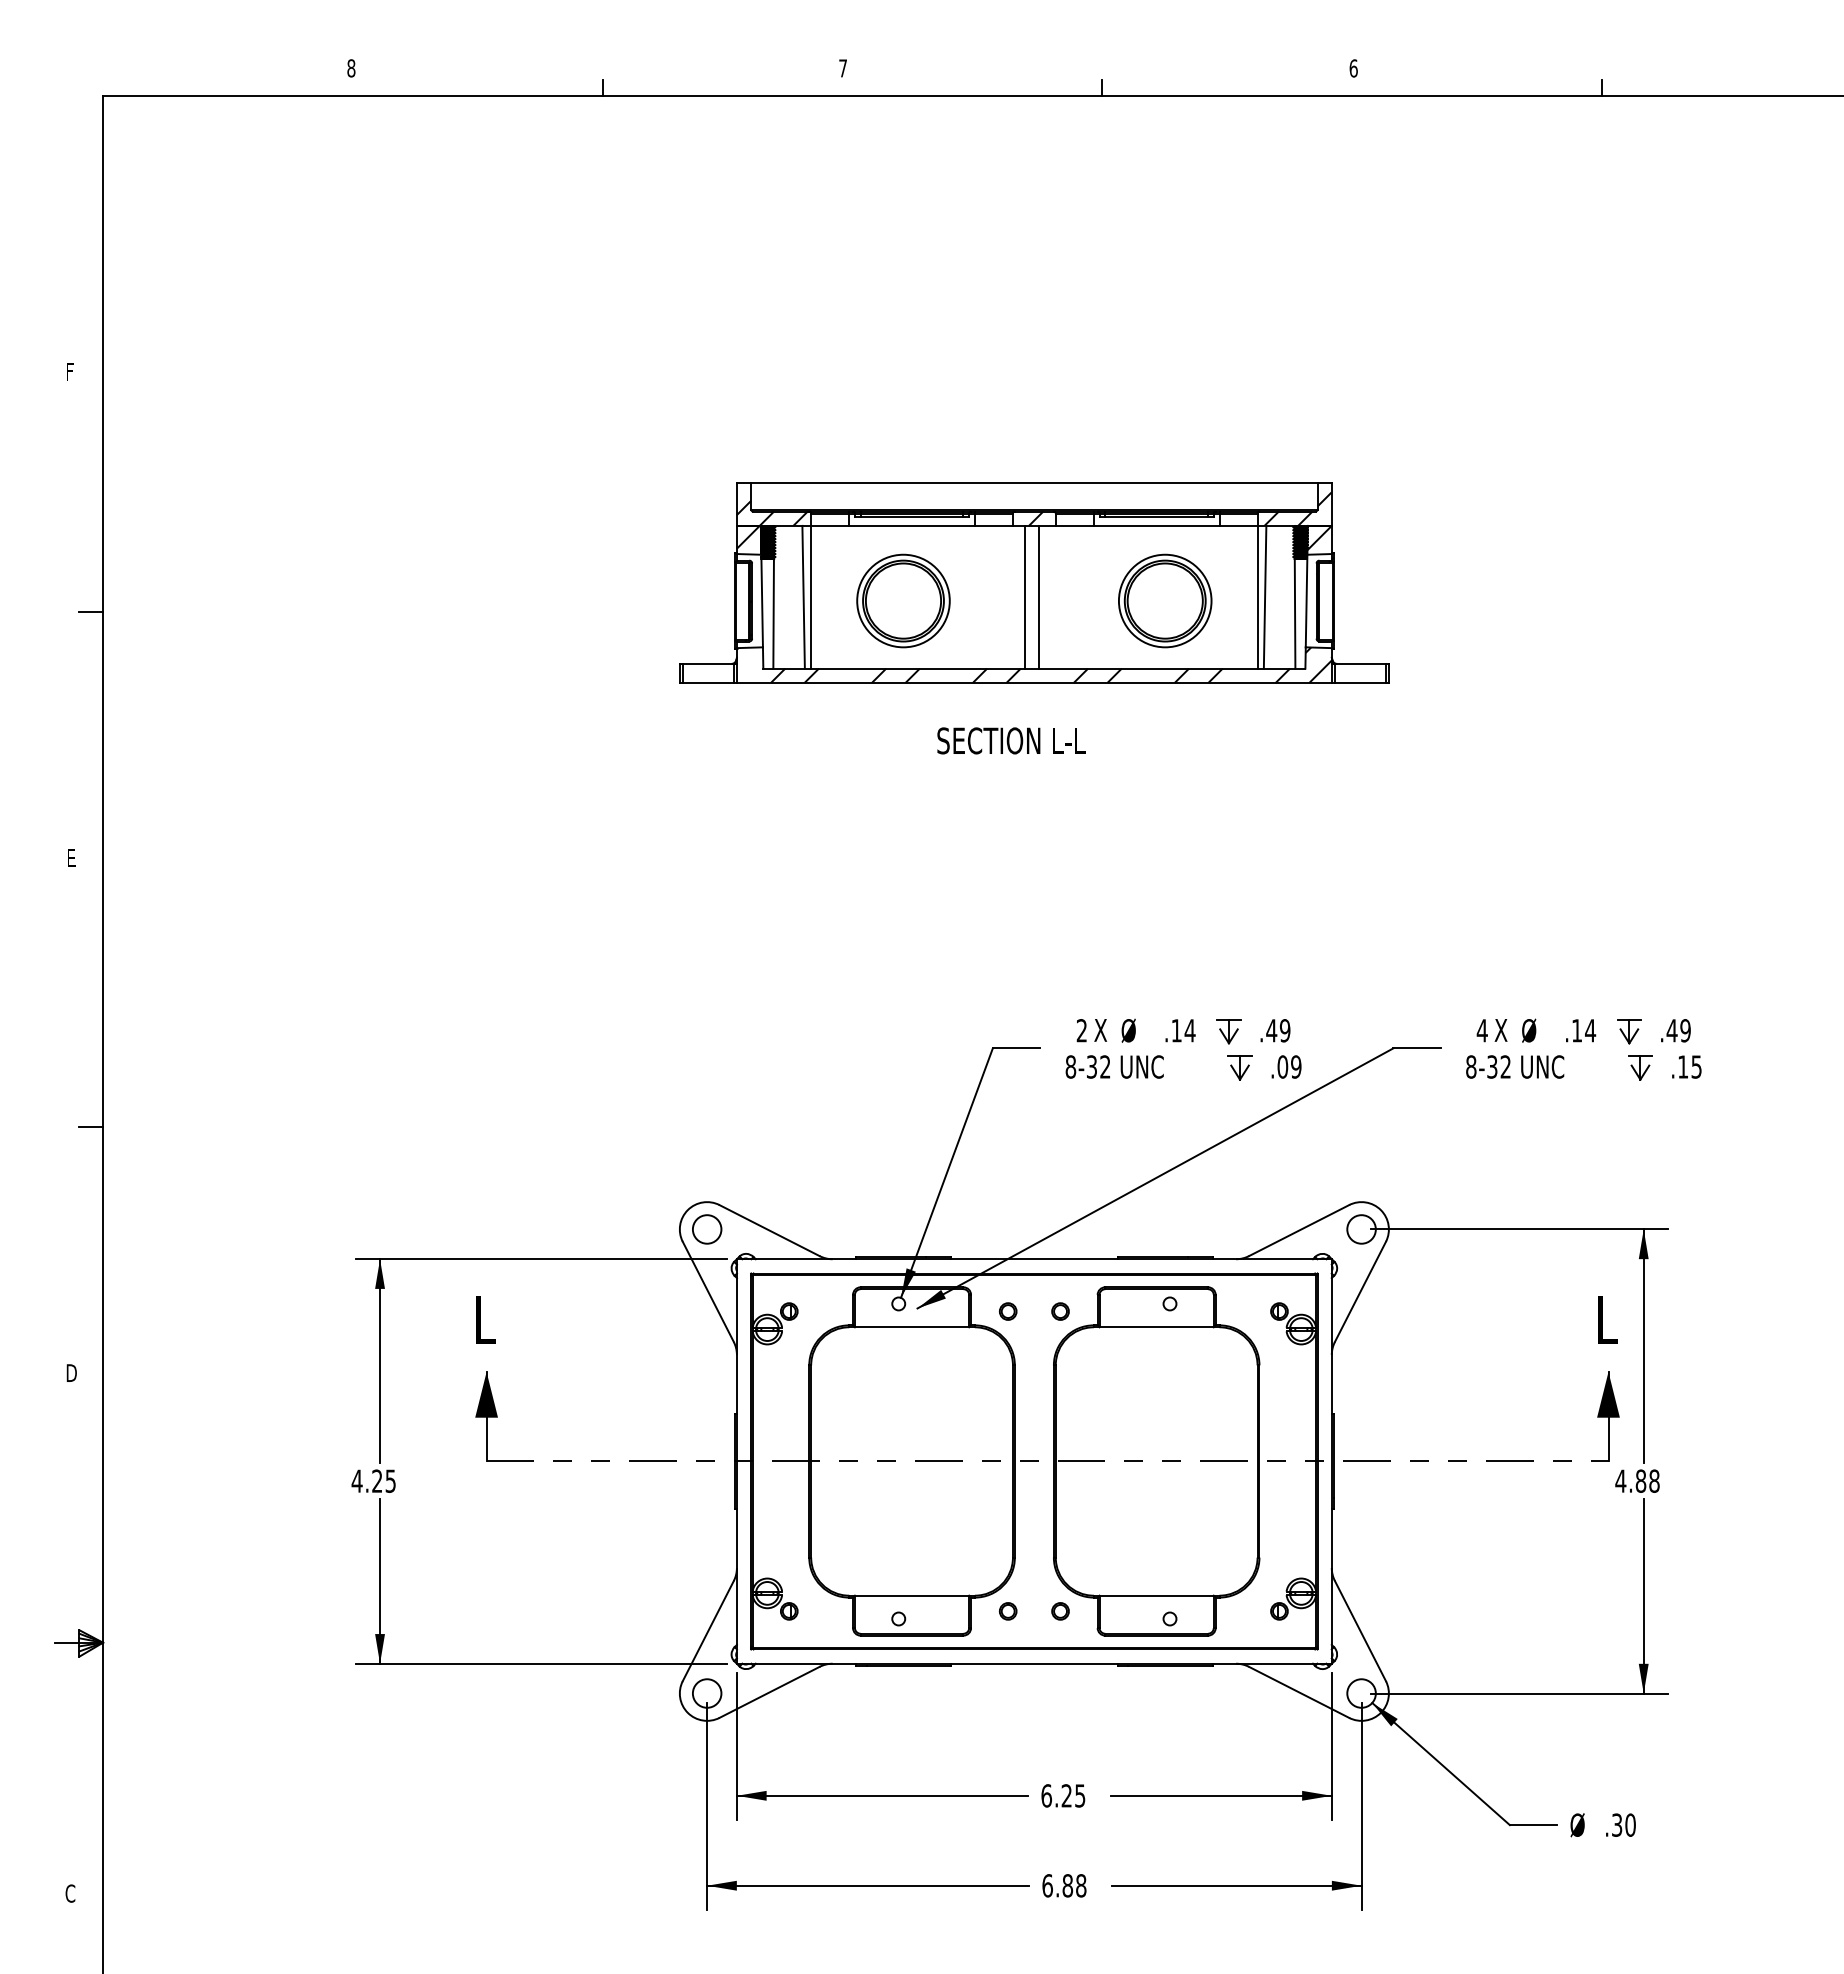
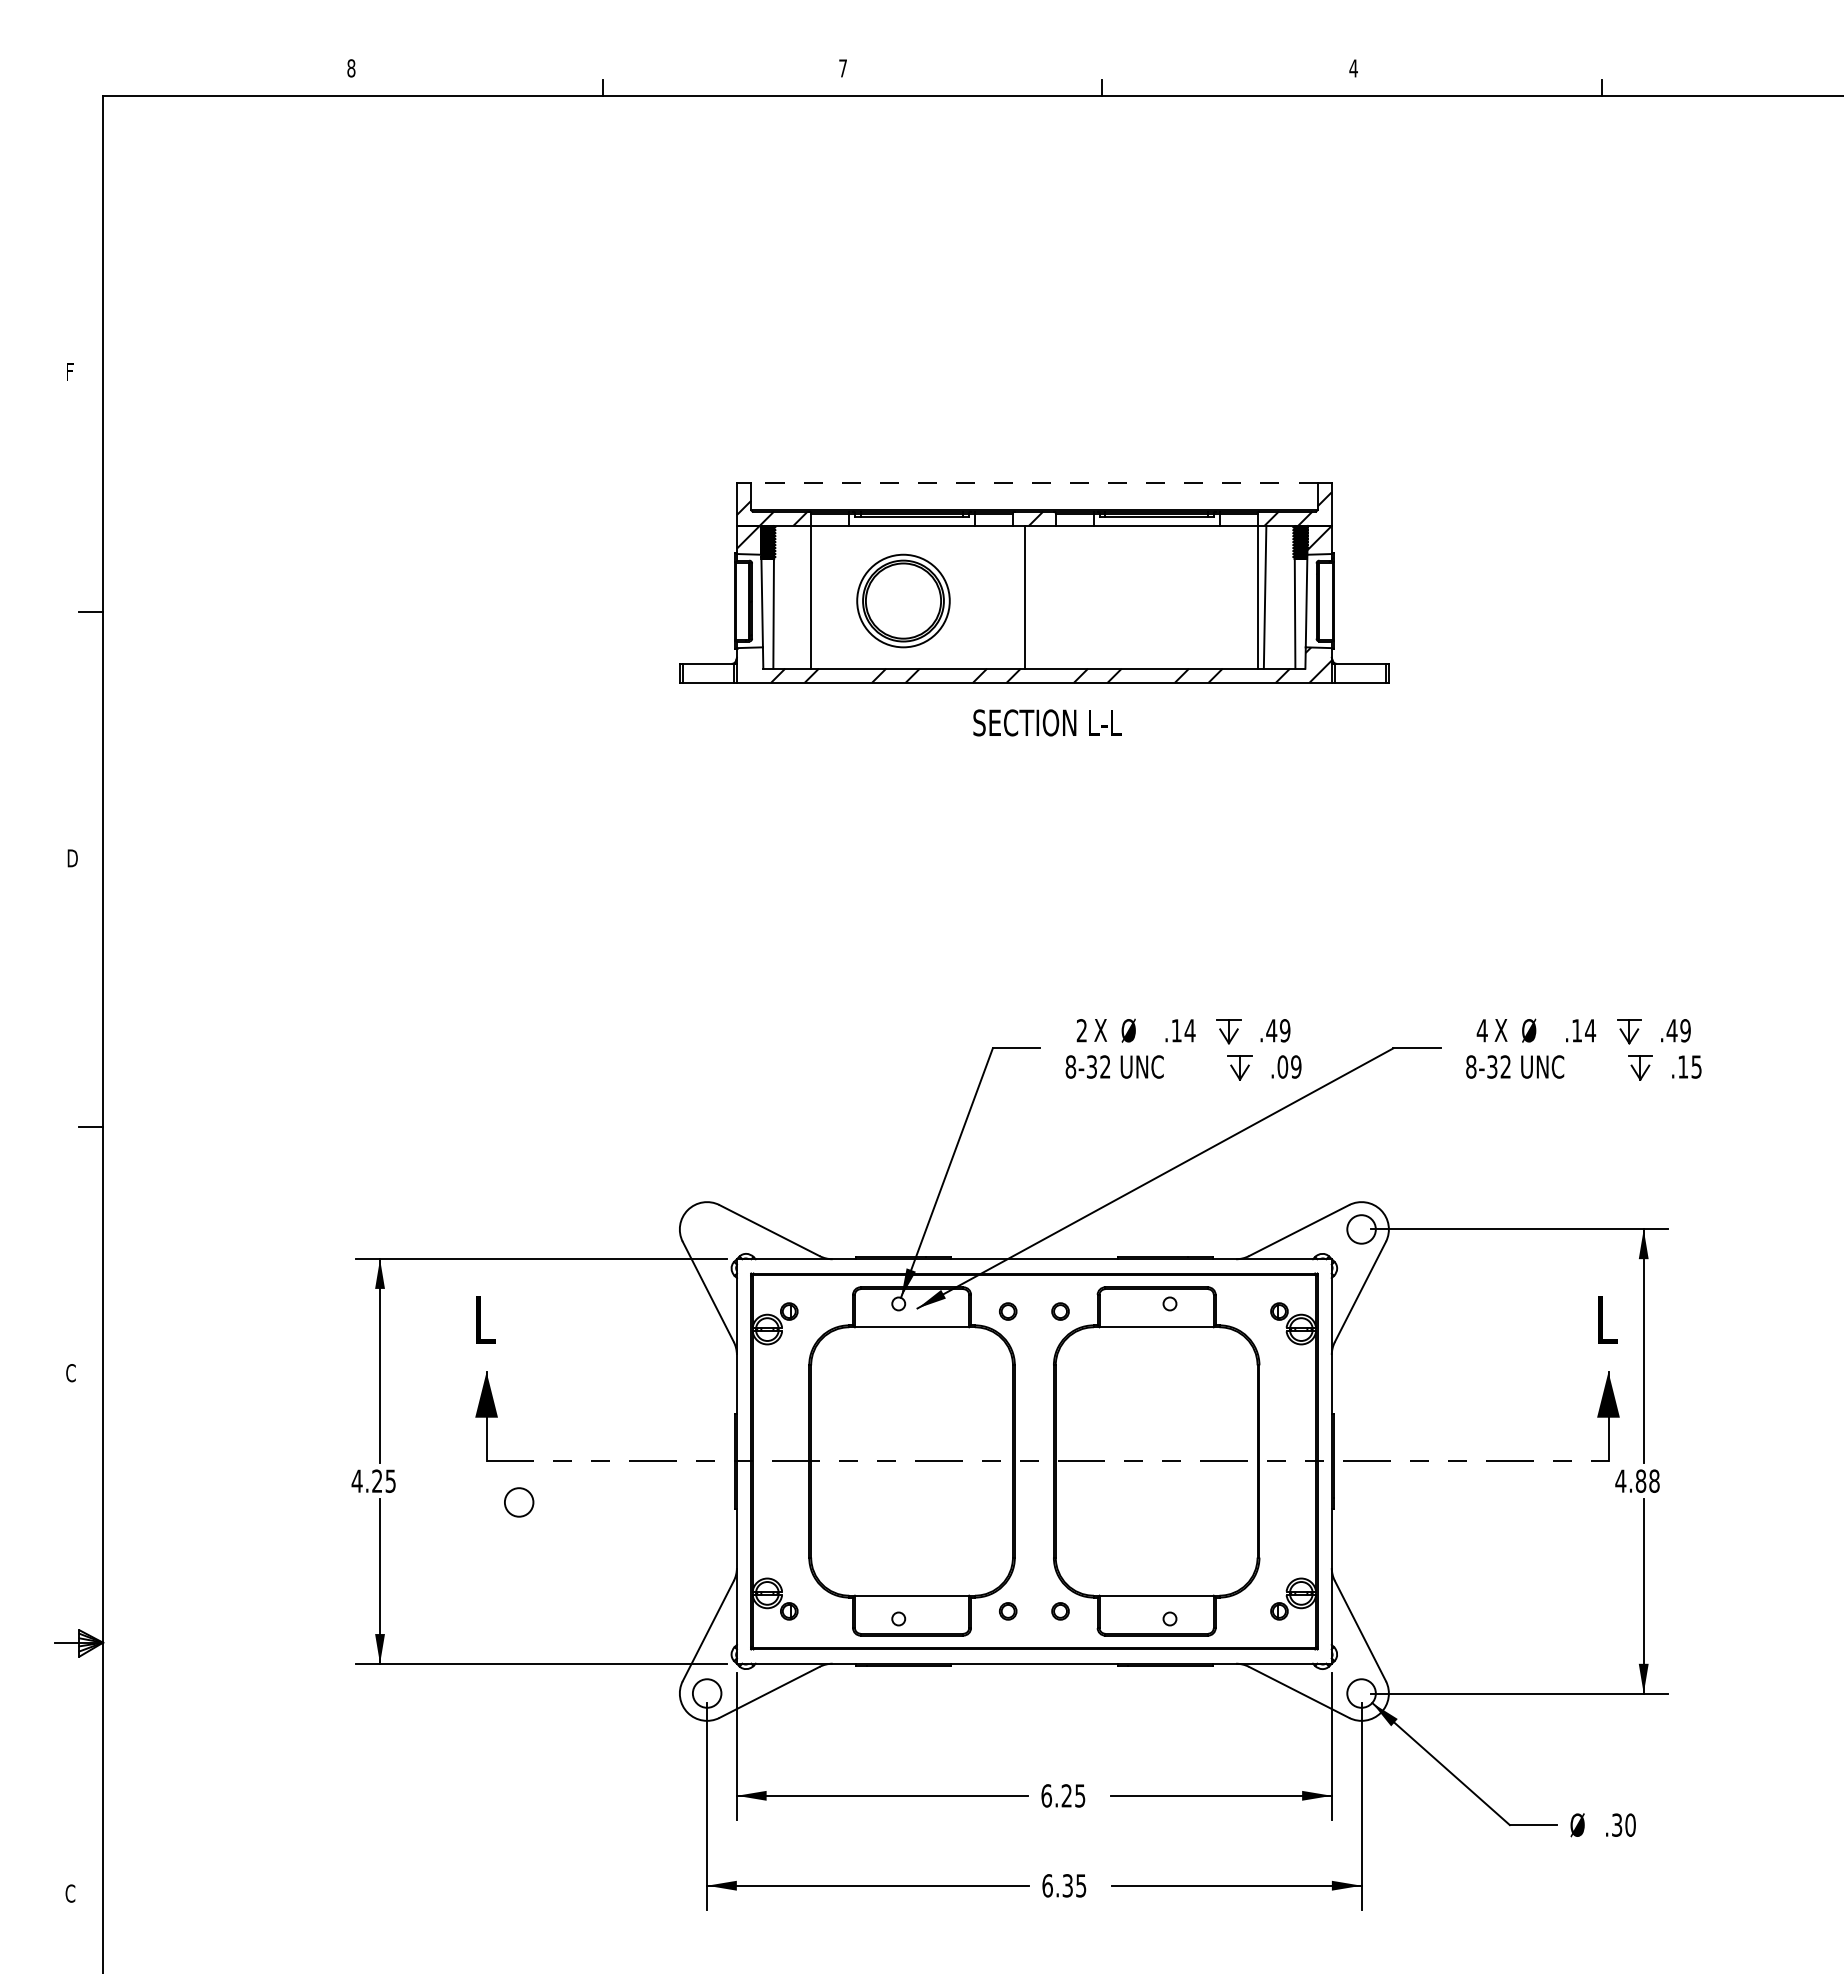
text at (1353, 68): 6 -> 4
line at (1033, 483): solid -> dashed
line at (803, 596): present -> none
line at (1038, 596): present -> none
part at (1165, 600): present -> none
text at (1011, 740) position: (1011, 740) -> (1047, 722)
text at (72, 858): E -> D
circle at (707, 1229) position: (707, 1229) -> (519, 1502)
text at (71, 1373): D -> C
text at (1074, 1885): 6.88 -> 6.35
